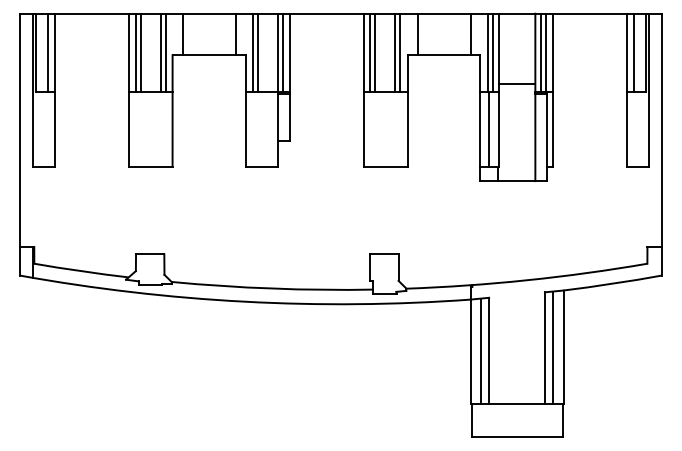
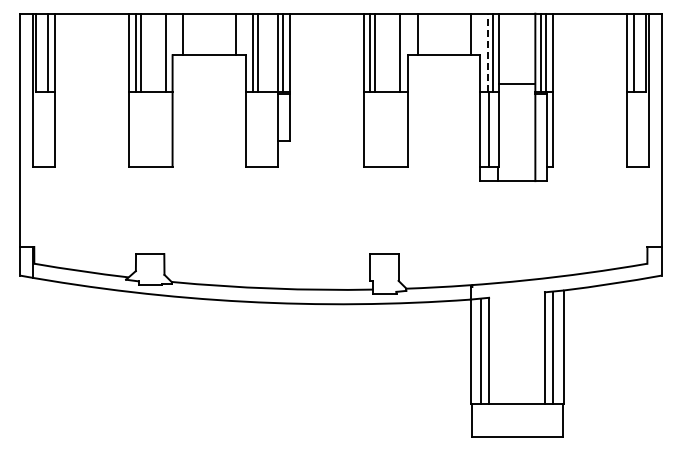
line at (160, 52): present -> none
line at (395, 52): present -> none
line at (488, 52): solid -> dashed
